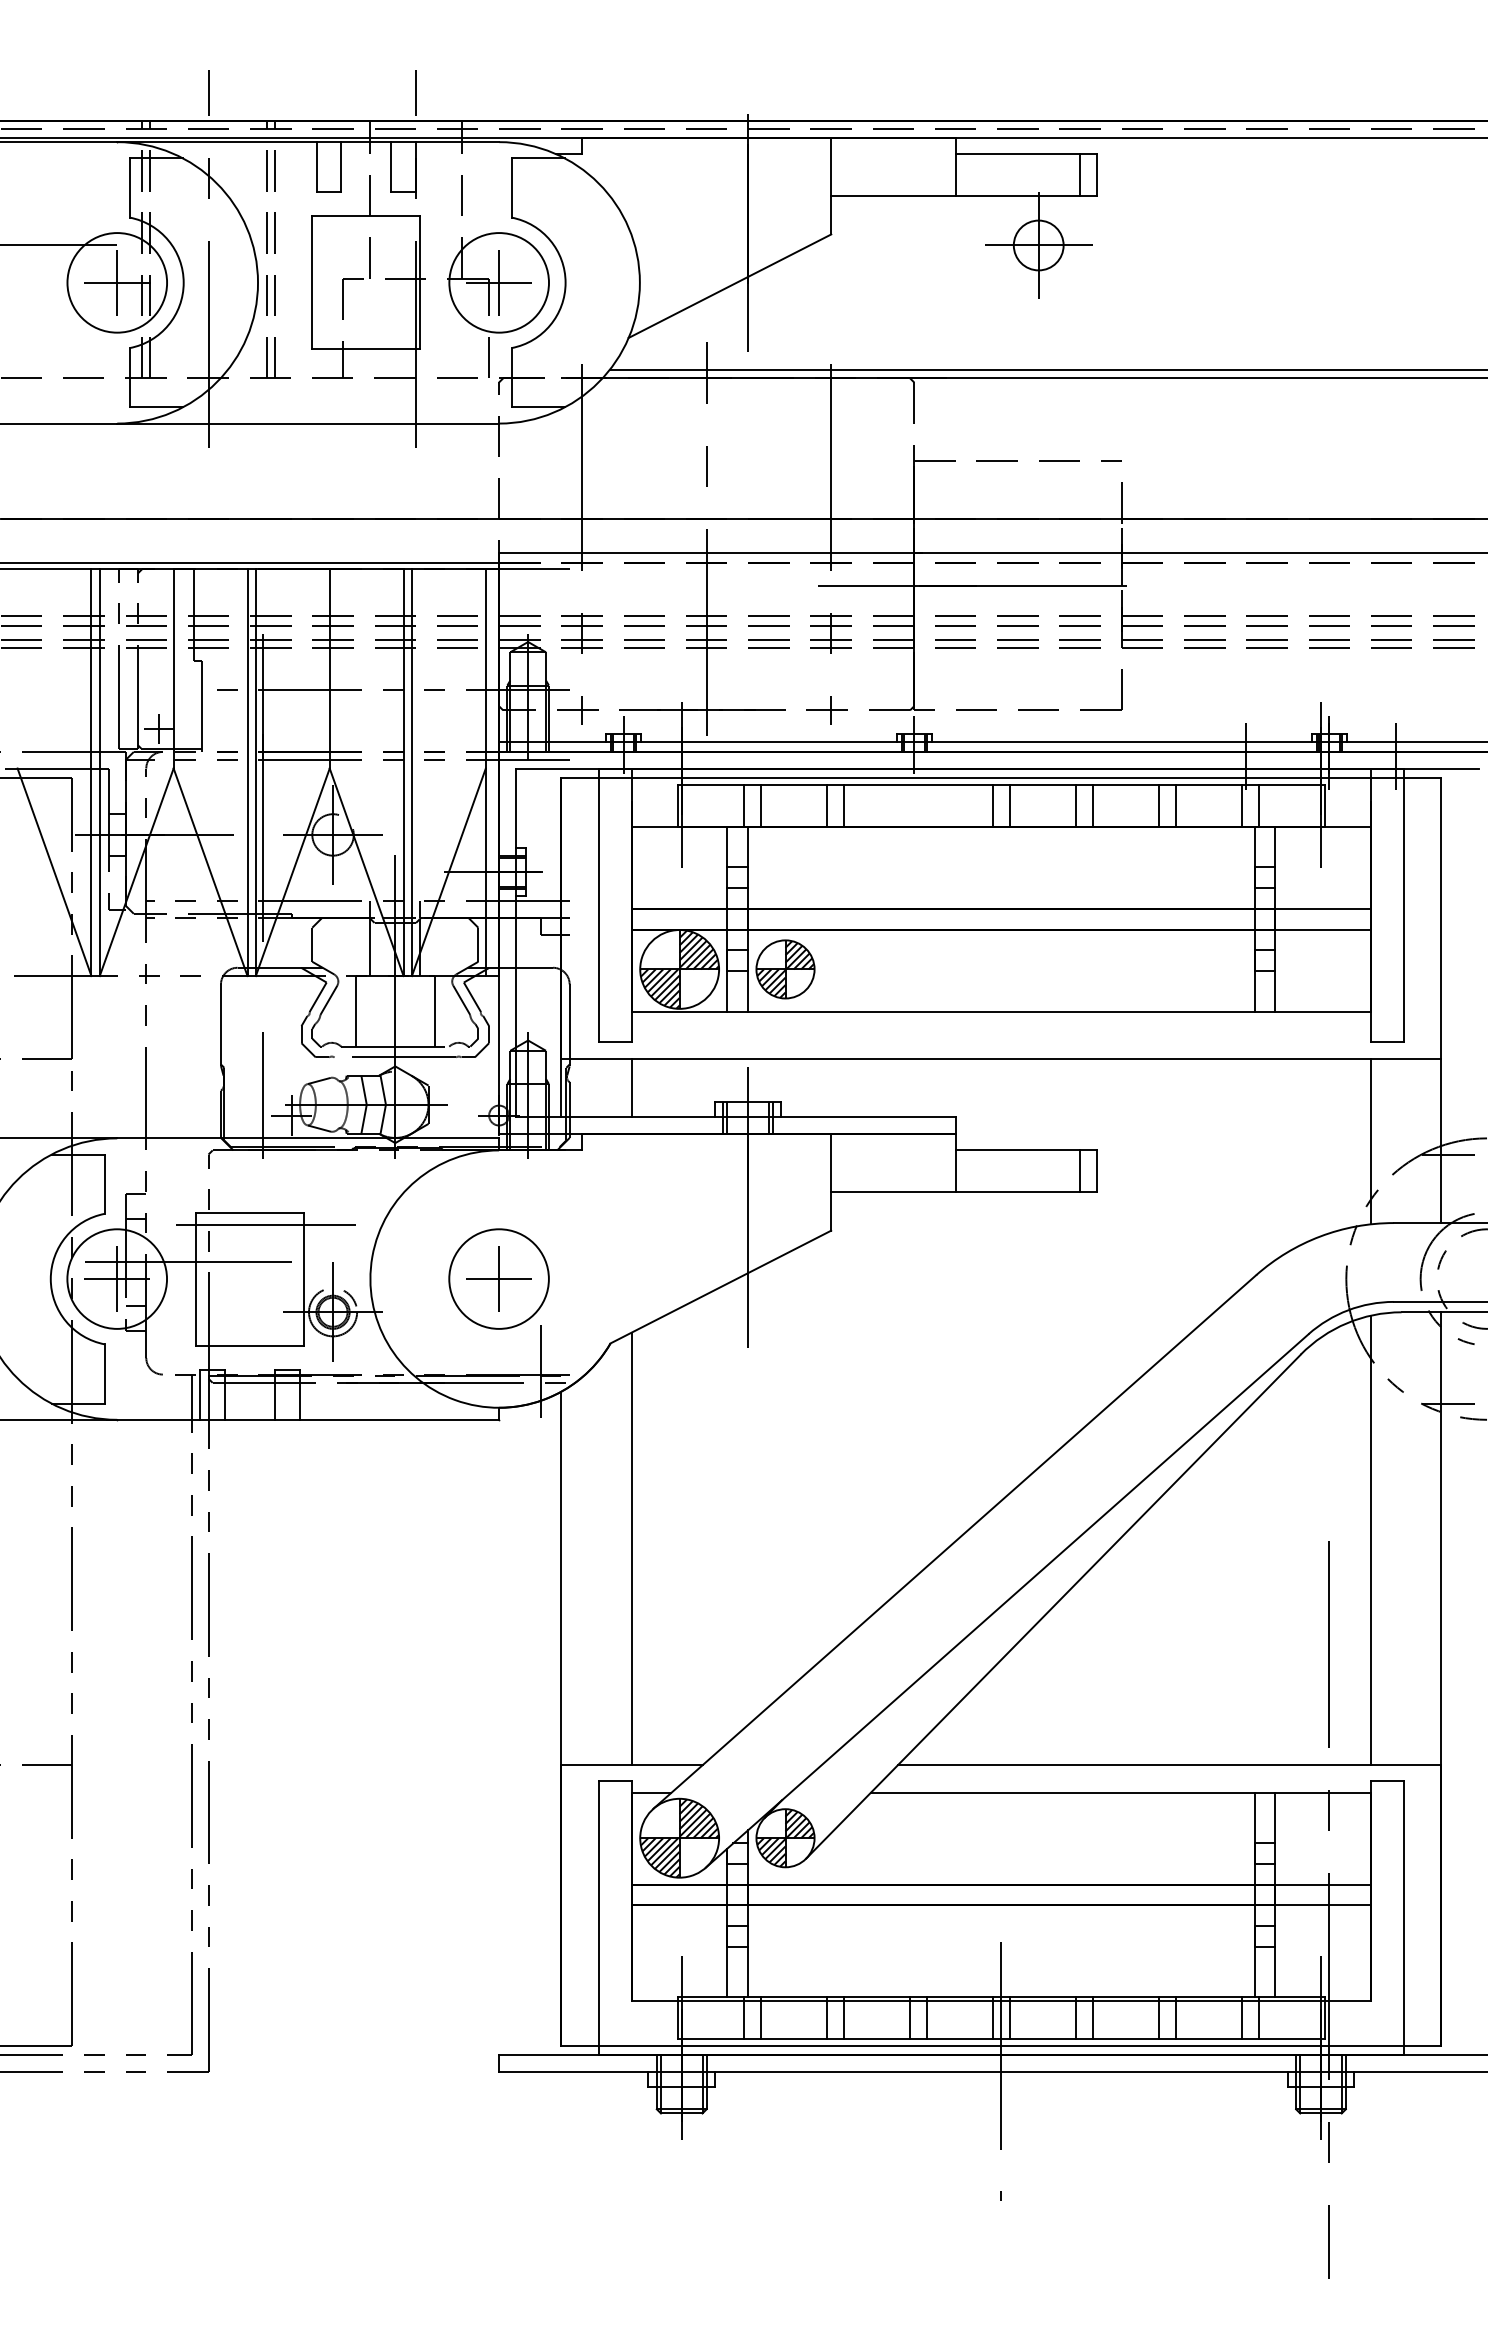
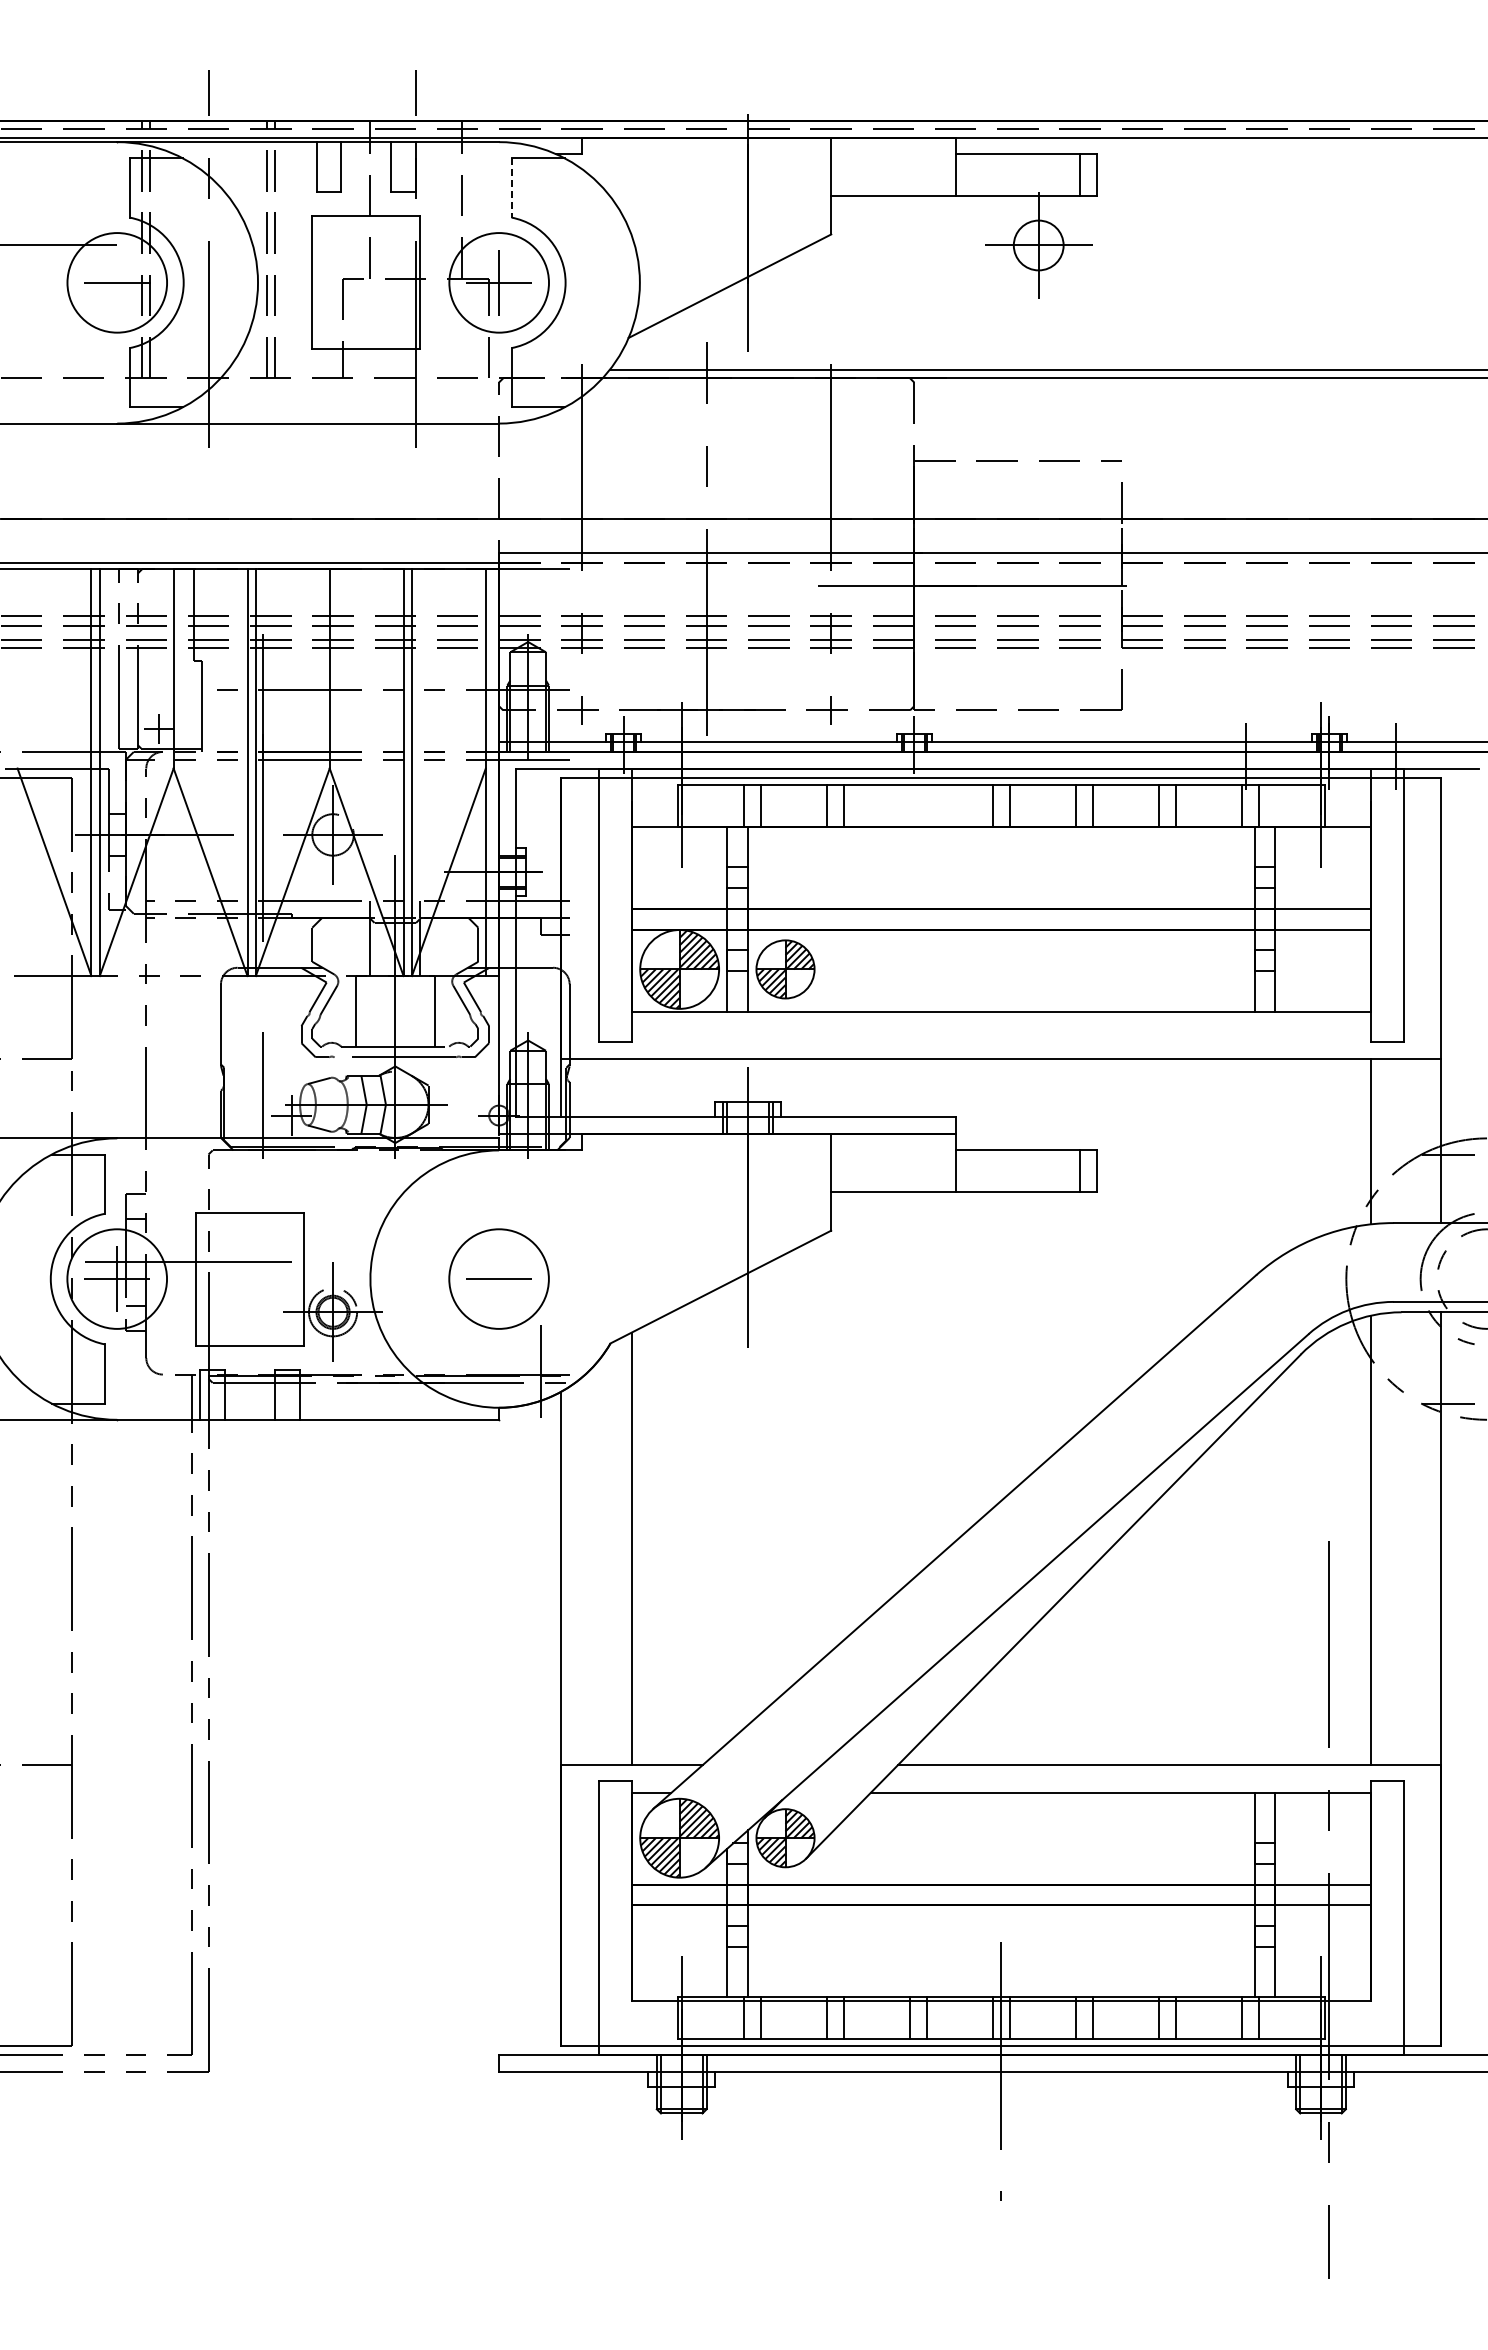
line at (511, 188): solid -> dashed
line at (117, 282): present -> none
line at (631, 1088): present -> none
line at (266, 1225): present -> none
line at (499, 1278): present -> none
